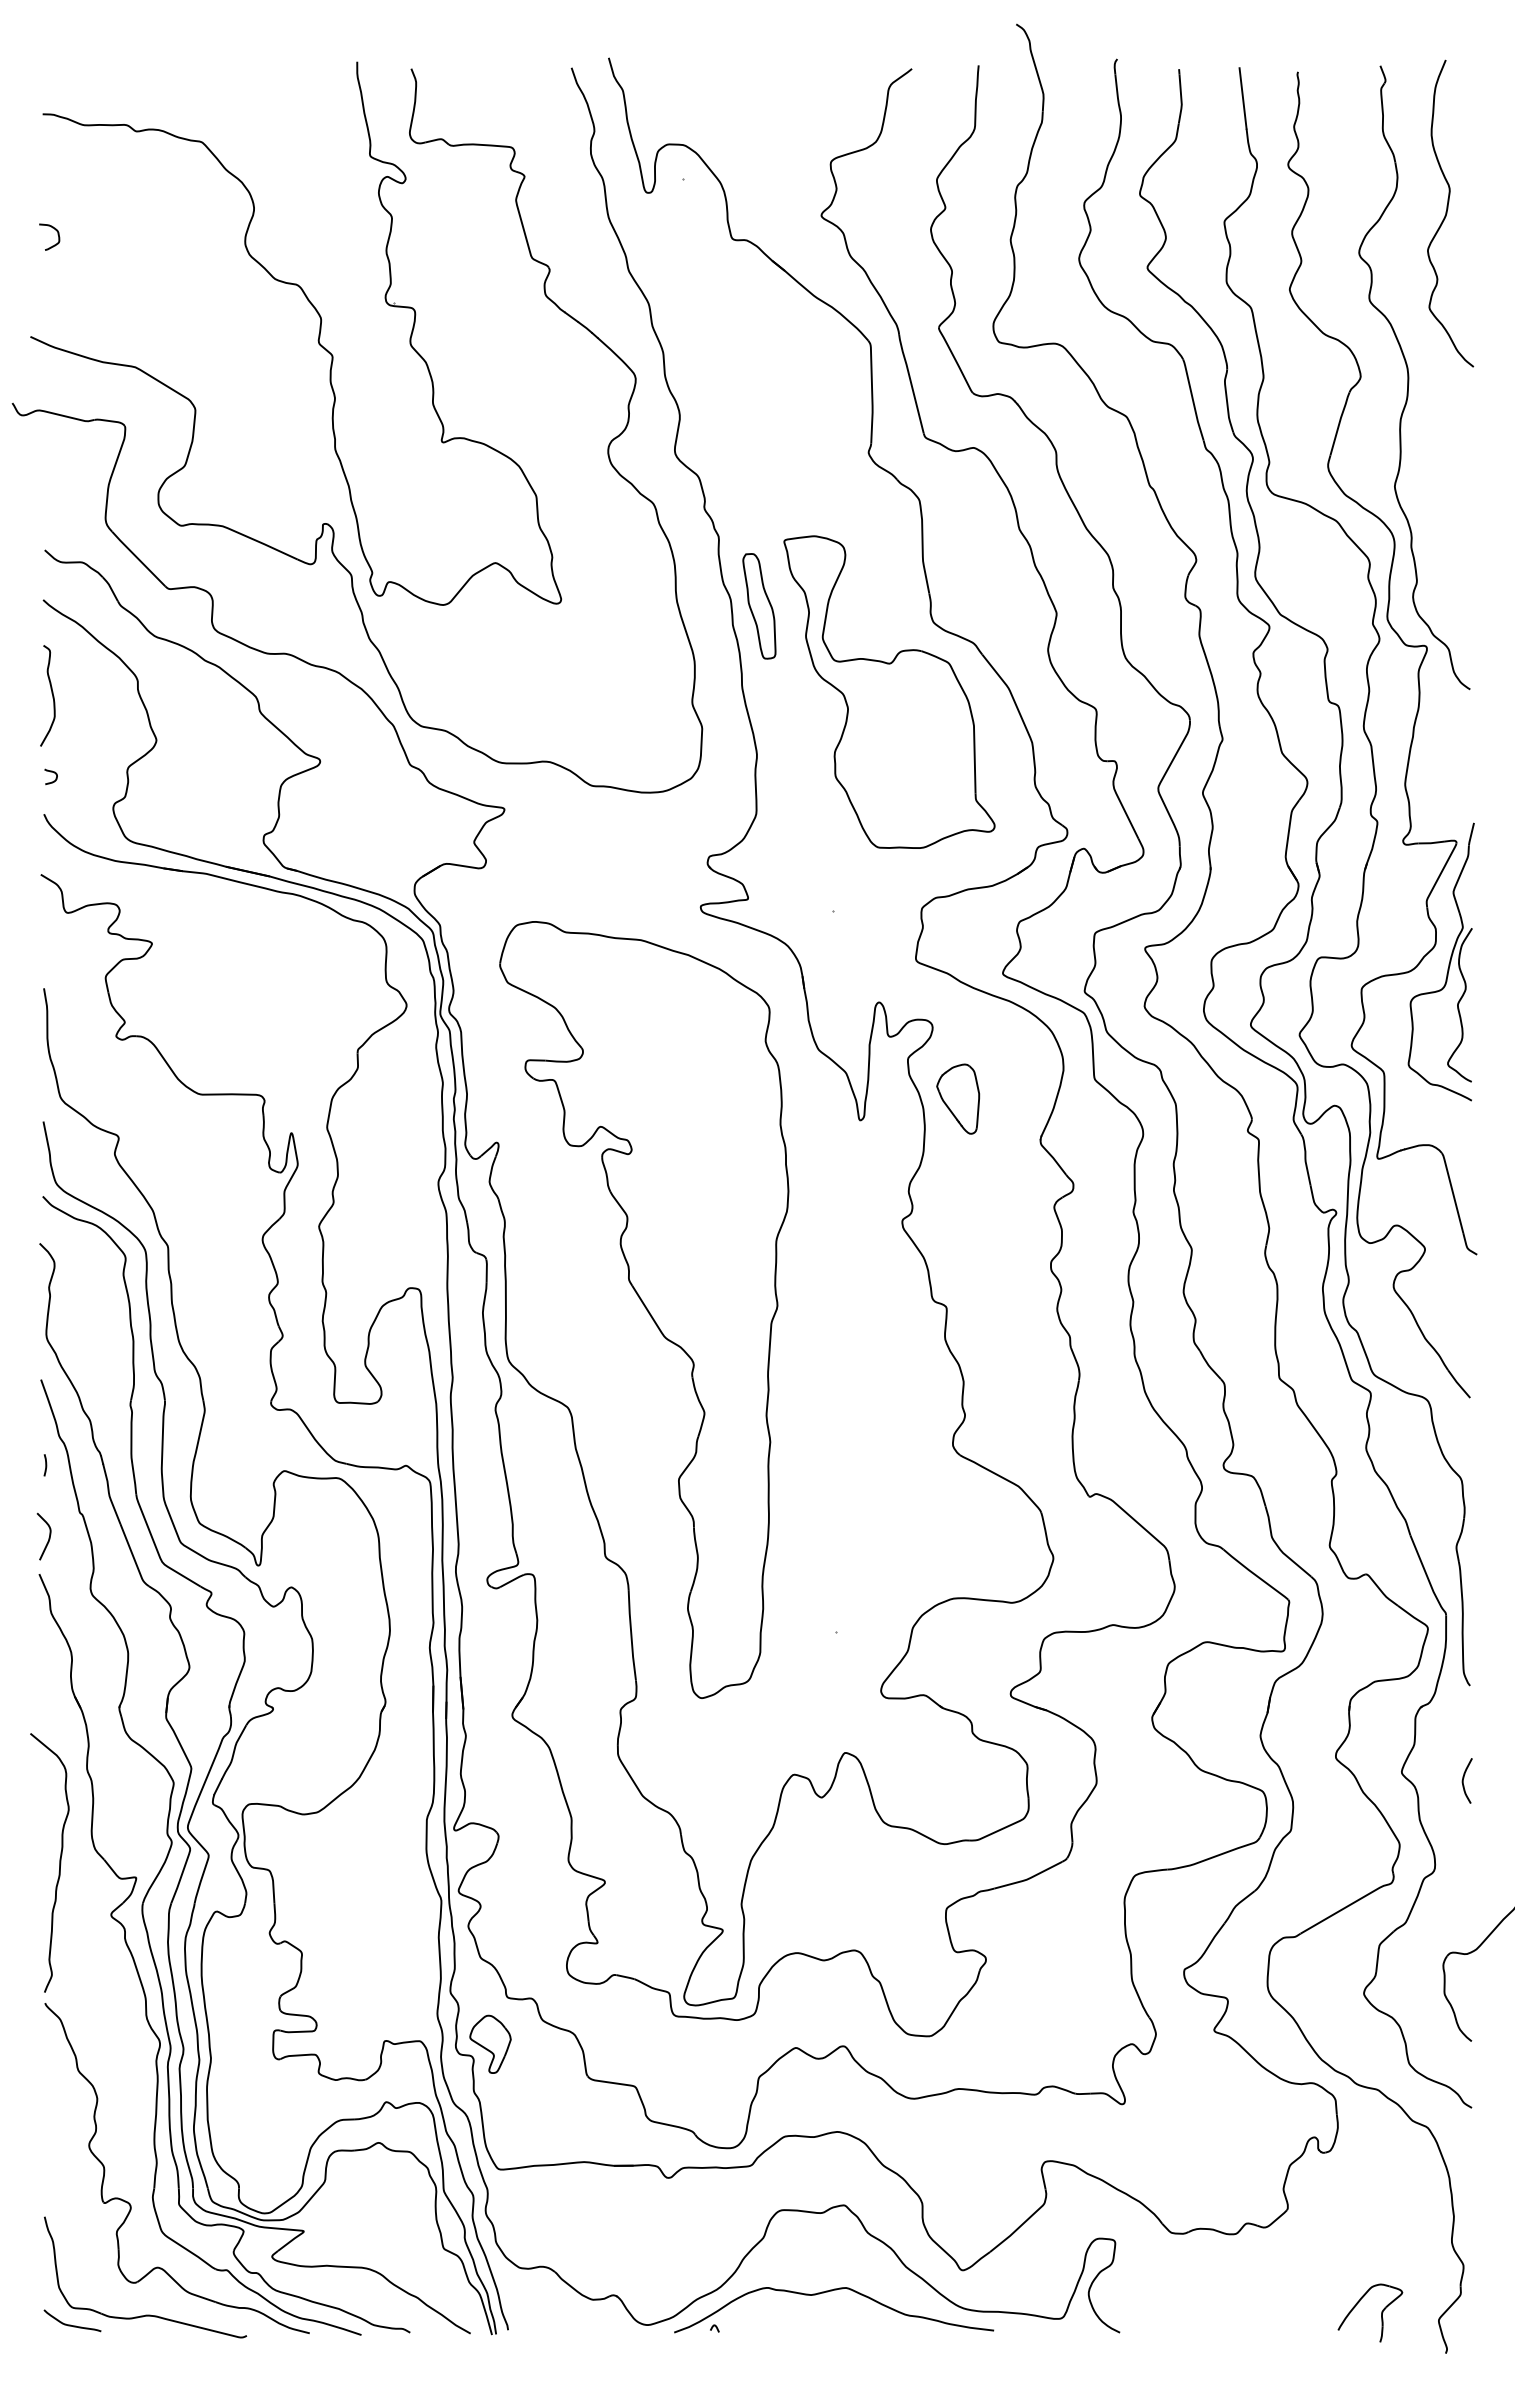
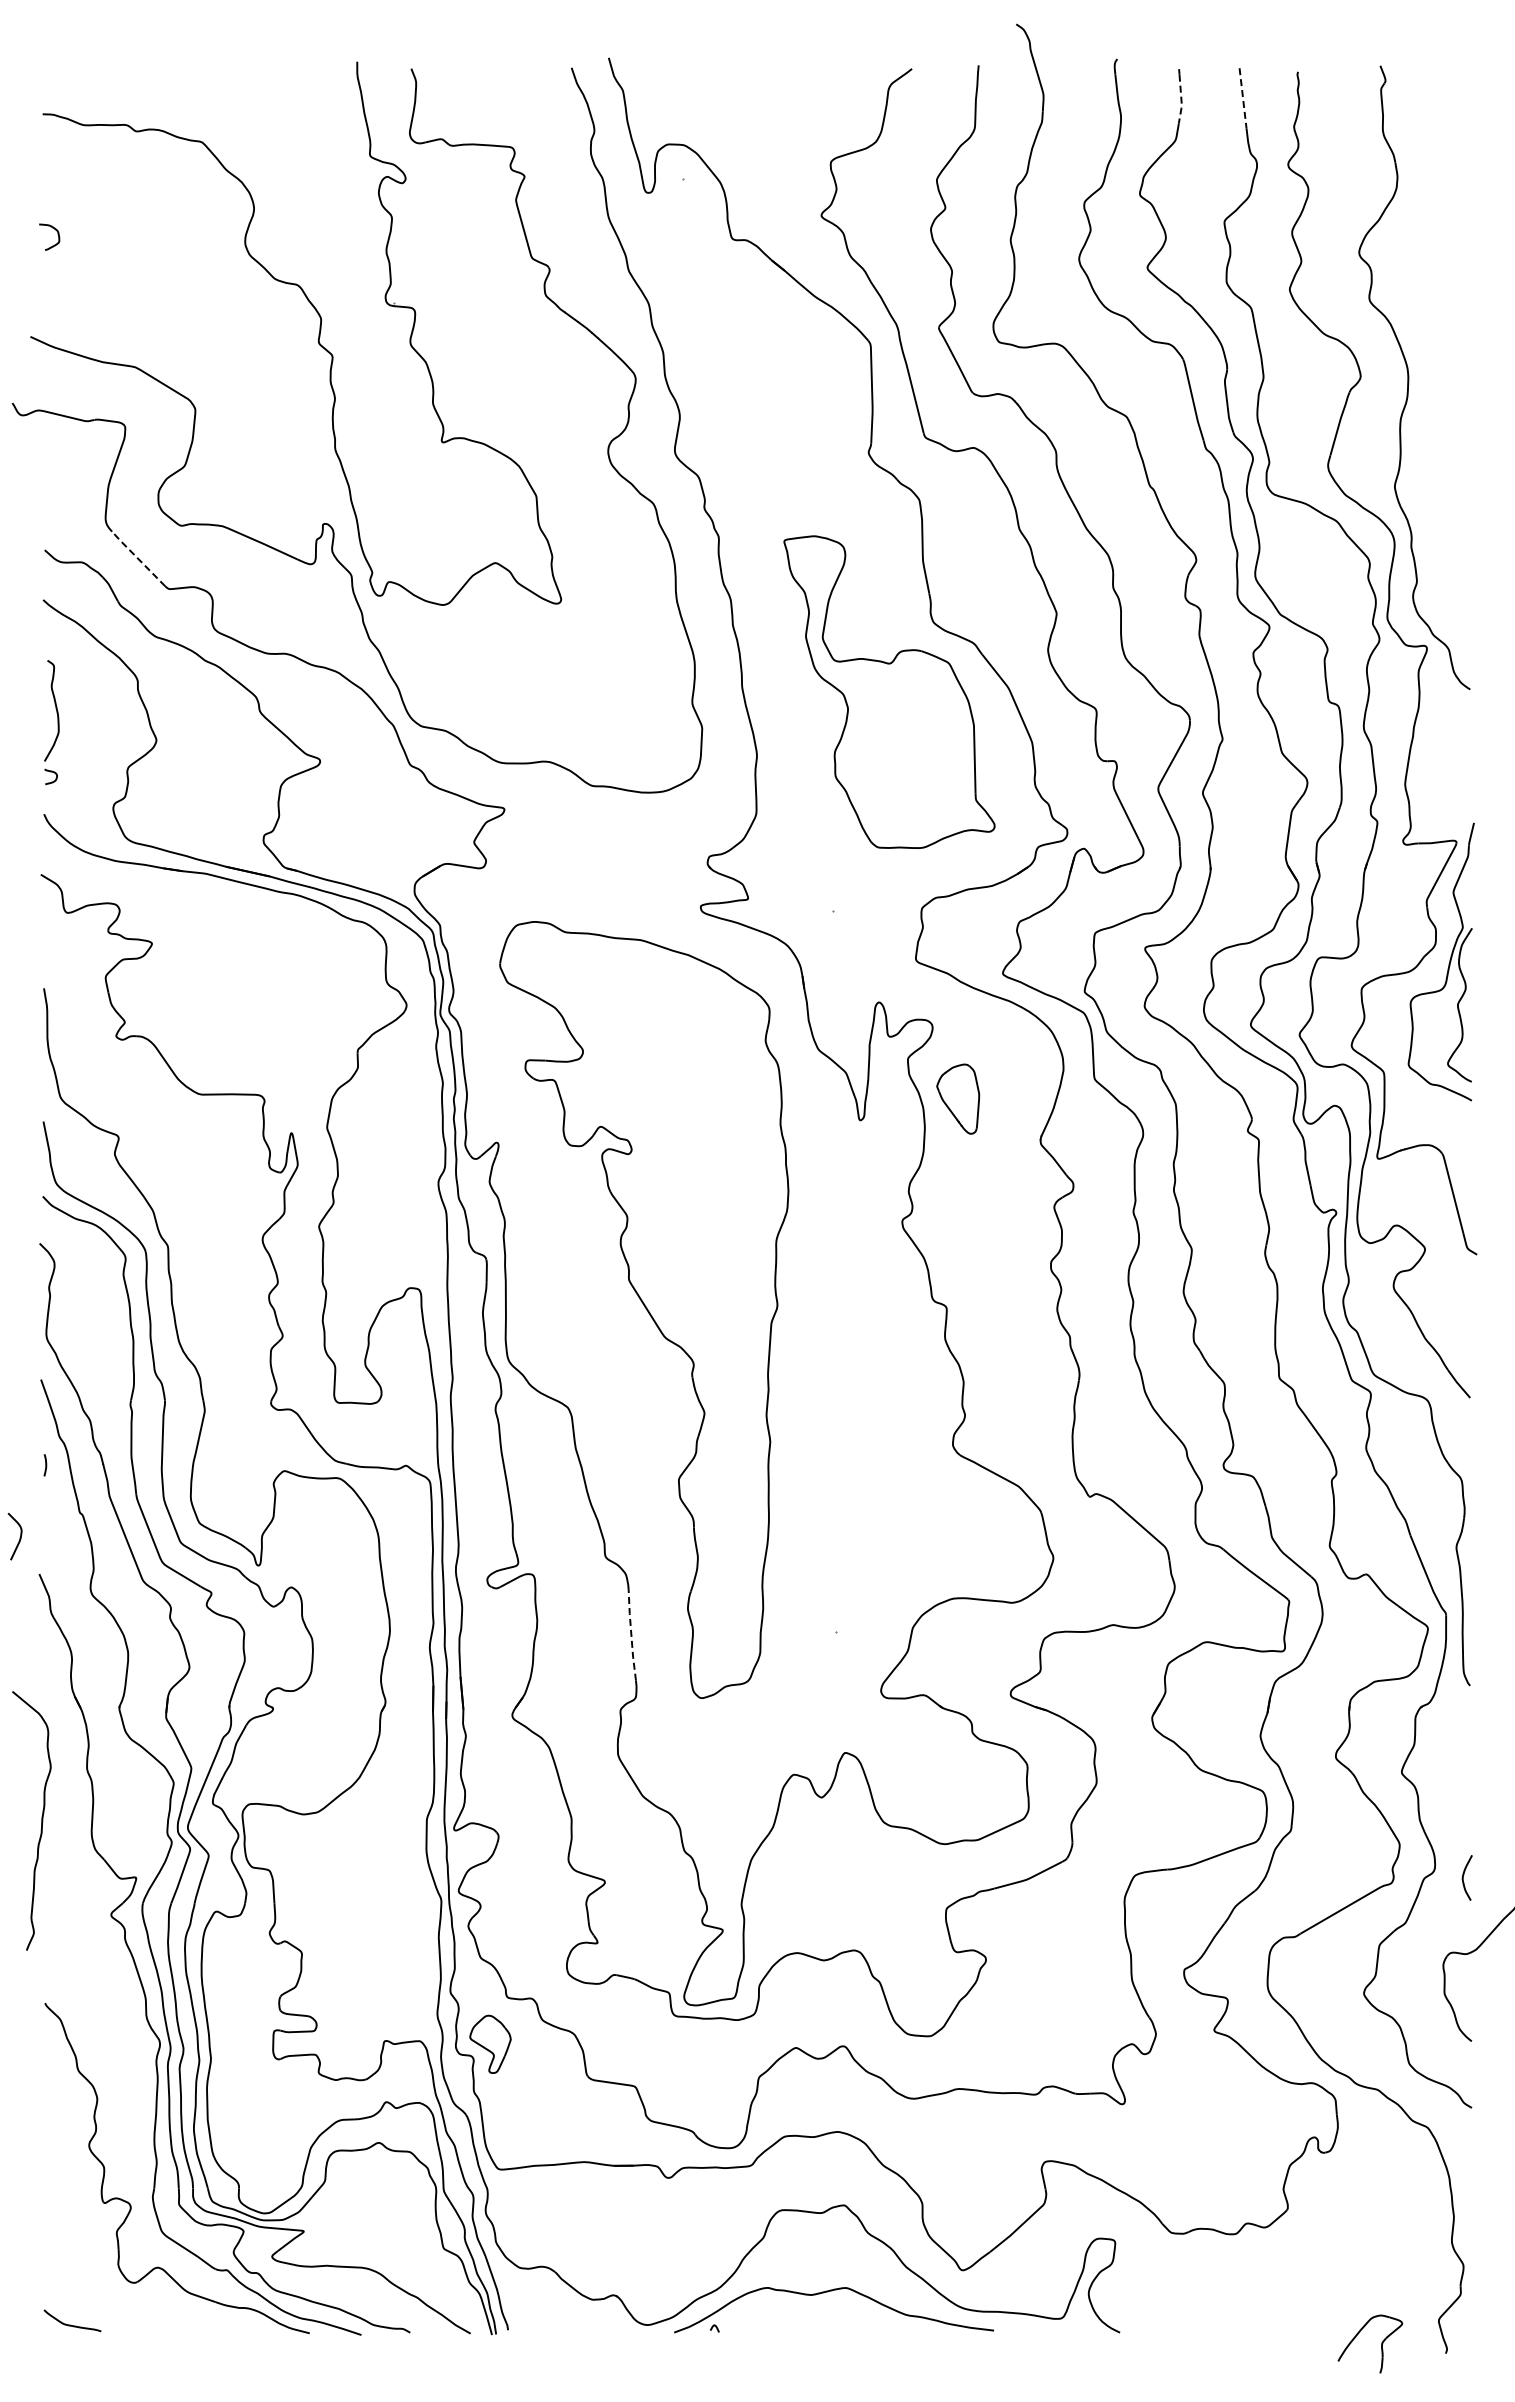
line at (1243, 98): solid -> dashed
line at (1181, 100): solid -> dashed
curve at (1447, 213): present -> none
line at (138, 558): solid -> dashed
part at (759, 606): present -> none
curve at (51, 693) position: (51, 693) -> (55, 708)
curve at (48, 1537) position: (48, 1537) -> (19, 1537)
line at (631, 1635): solid -> dashed
curve at (1464, 1778) position: (1464, 1778) -> (1464, 1875)
curve at (59, 1862) position: (59, 1862) -> (41, 1820)
part at (1381, 2312) position: (1381, 2312) -> (1381, 2343)
part at (145, 2314): present -> none
